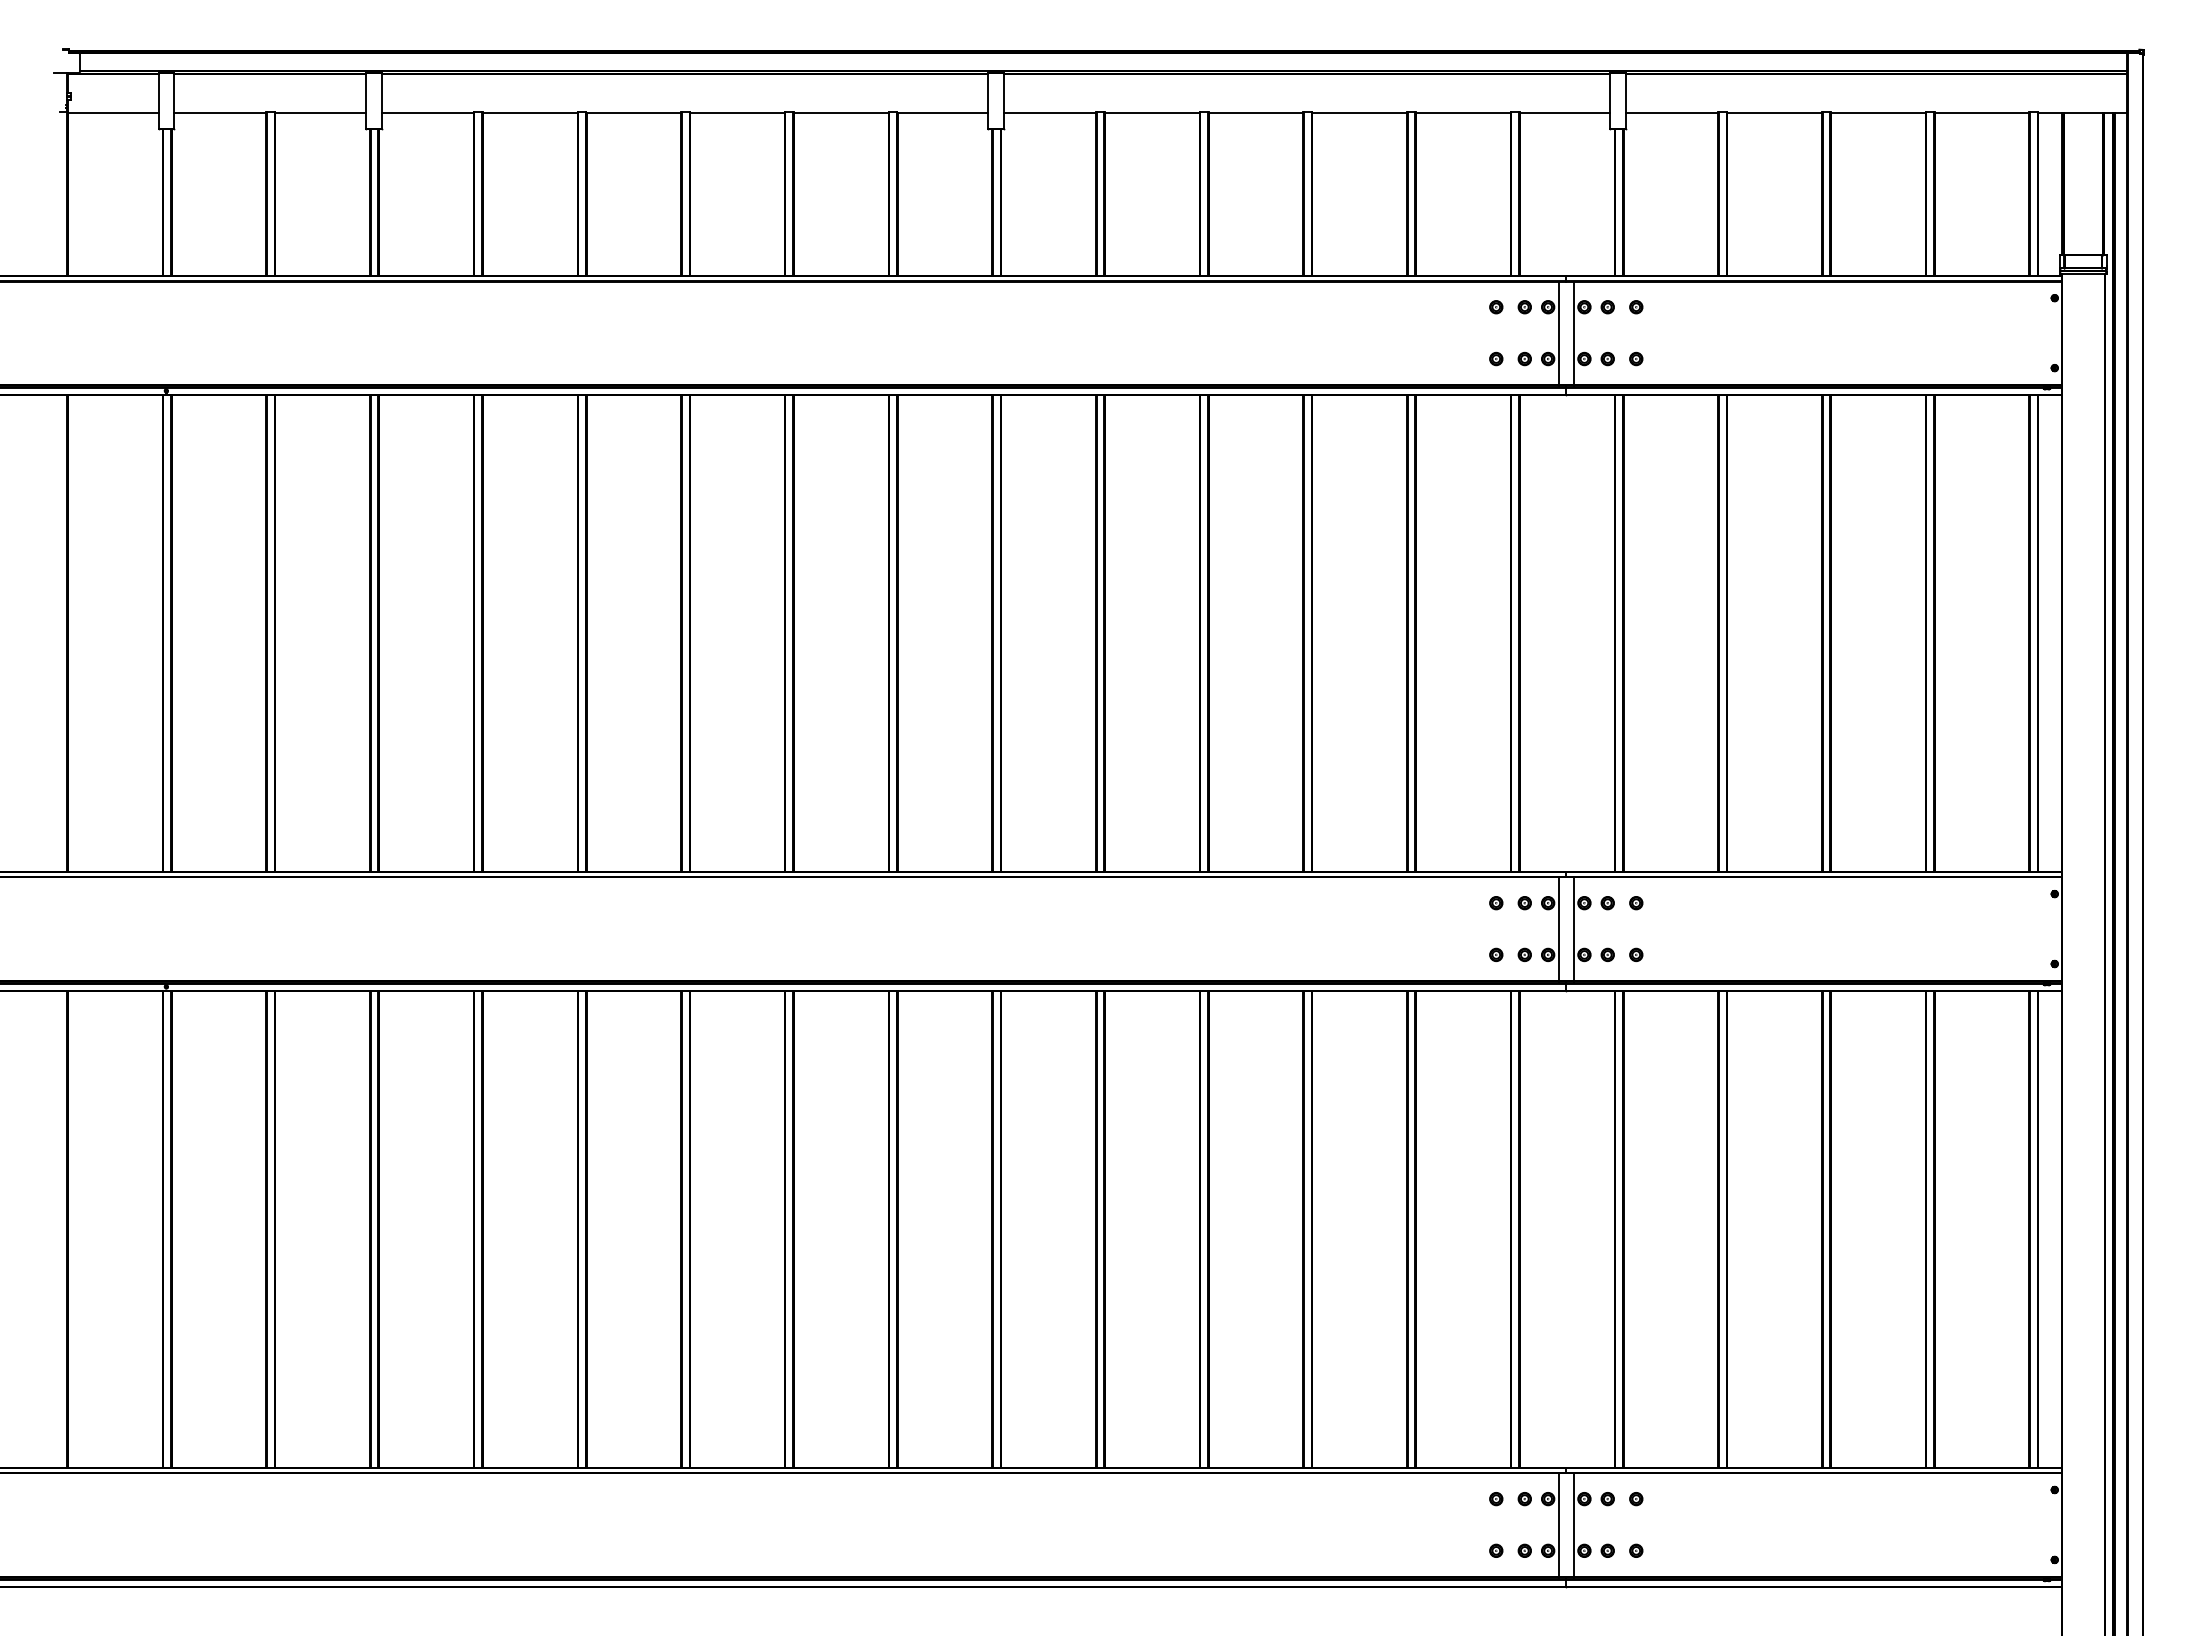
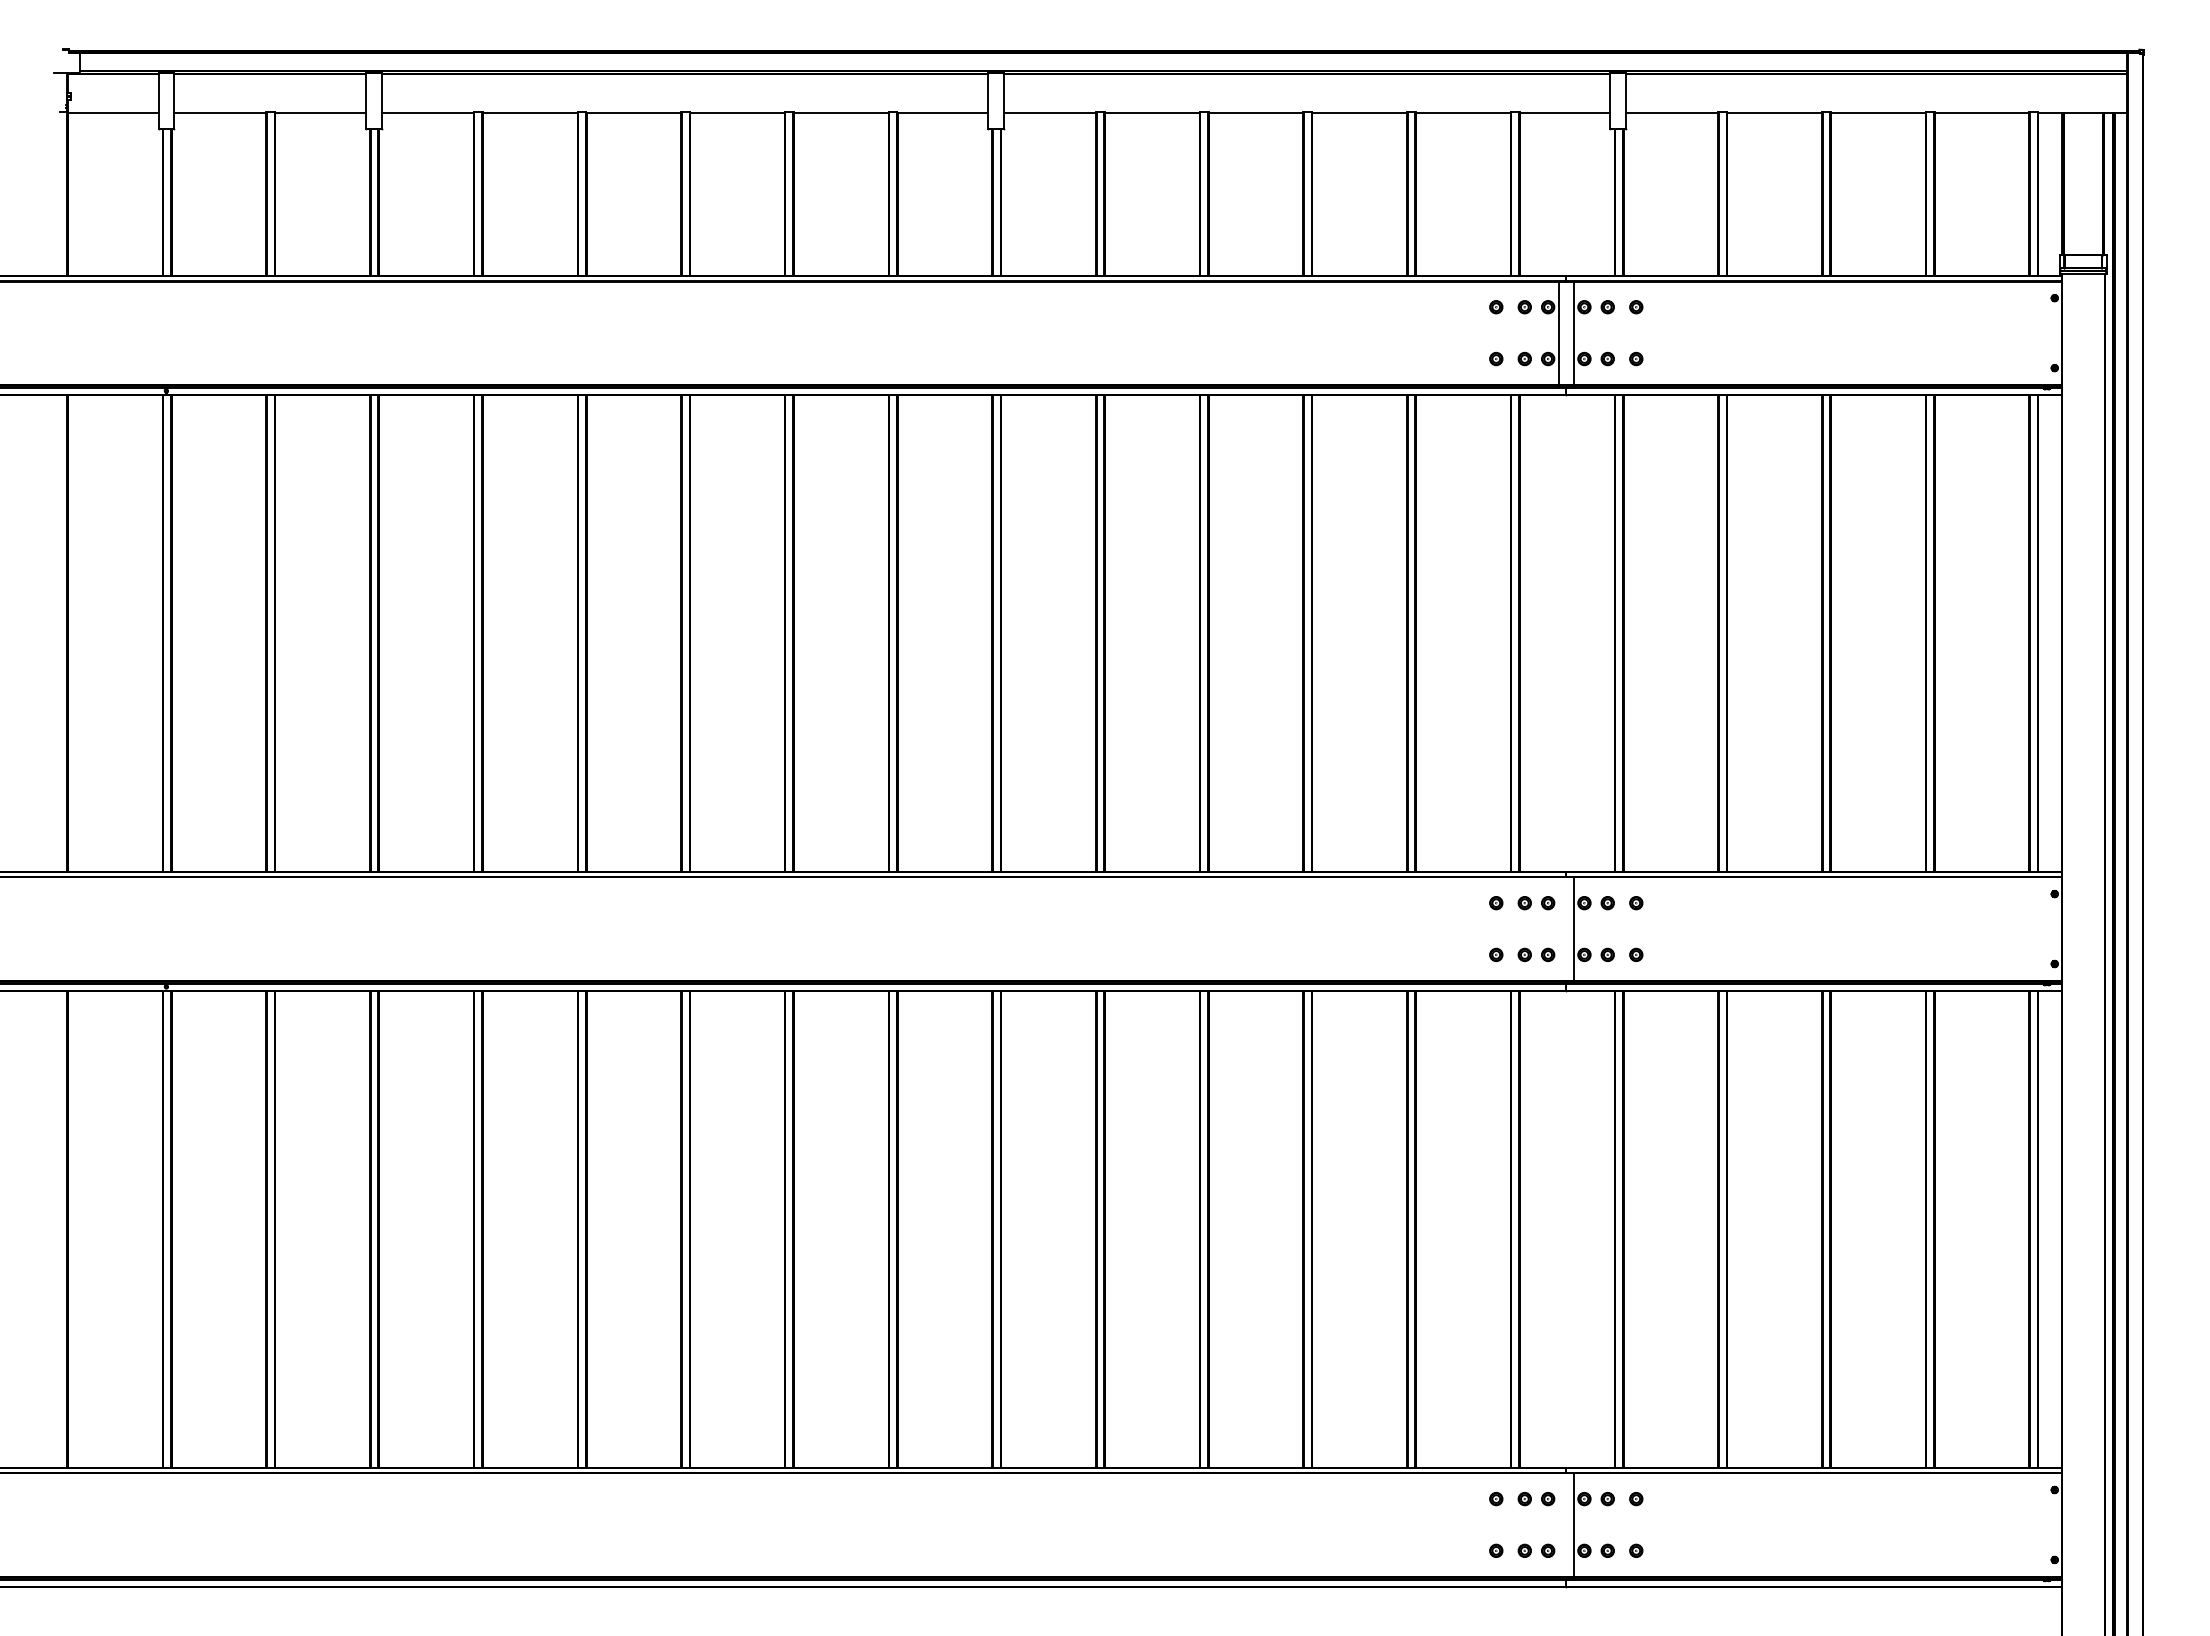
line at (1558, 930): present -> none
line at (1558, 1525): present -> none
